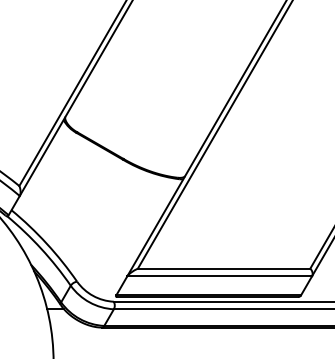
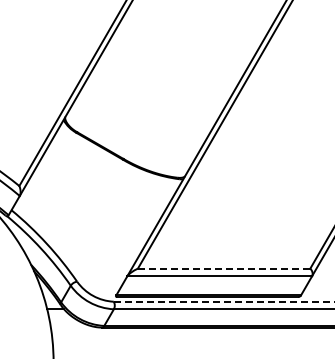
line at (224, 268): solid -> dashed
line at (224, 301): solid -> dashed
